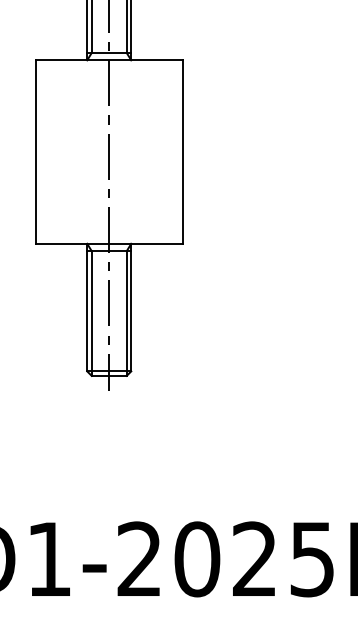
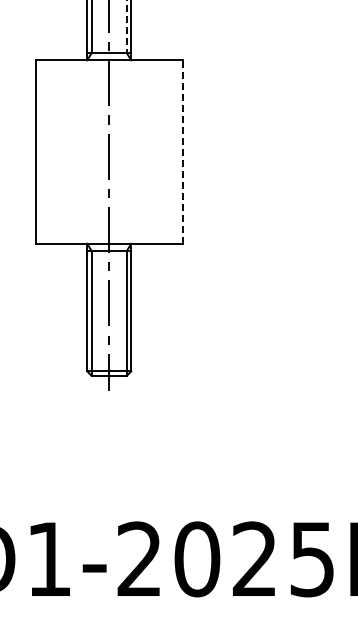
line at (126, 27): solid -> dashed
line at (182, 152): solid -> dashed
